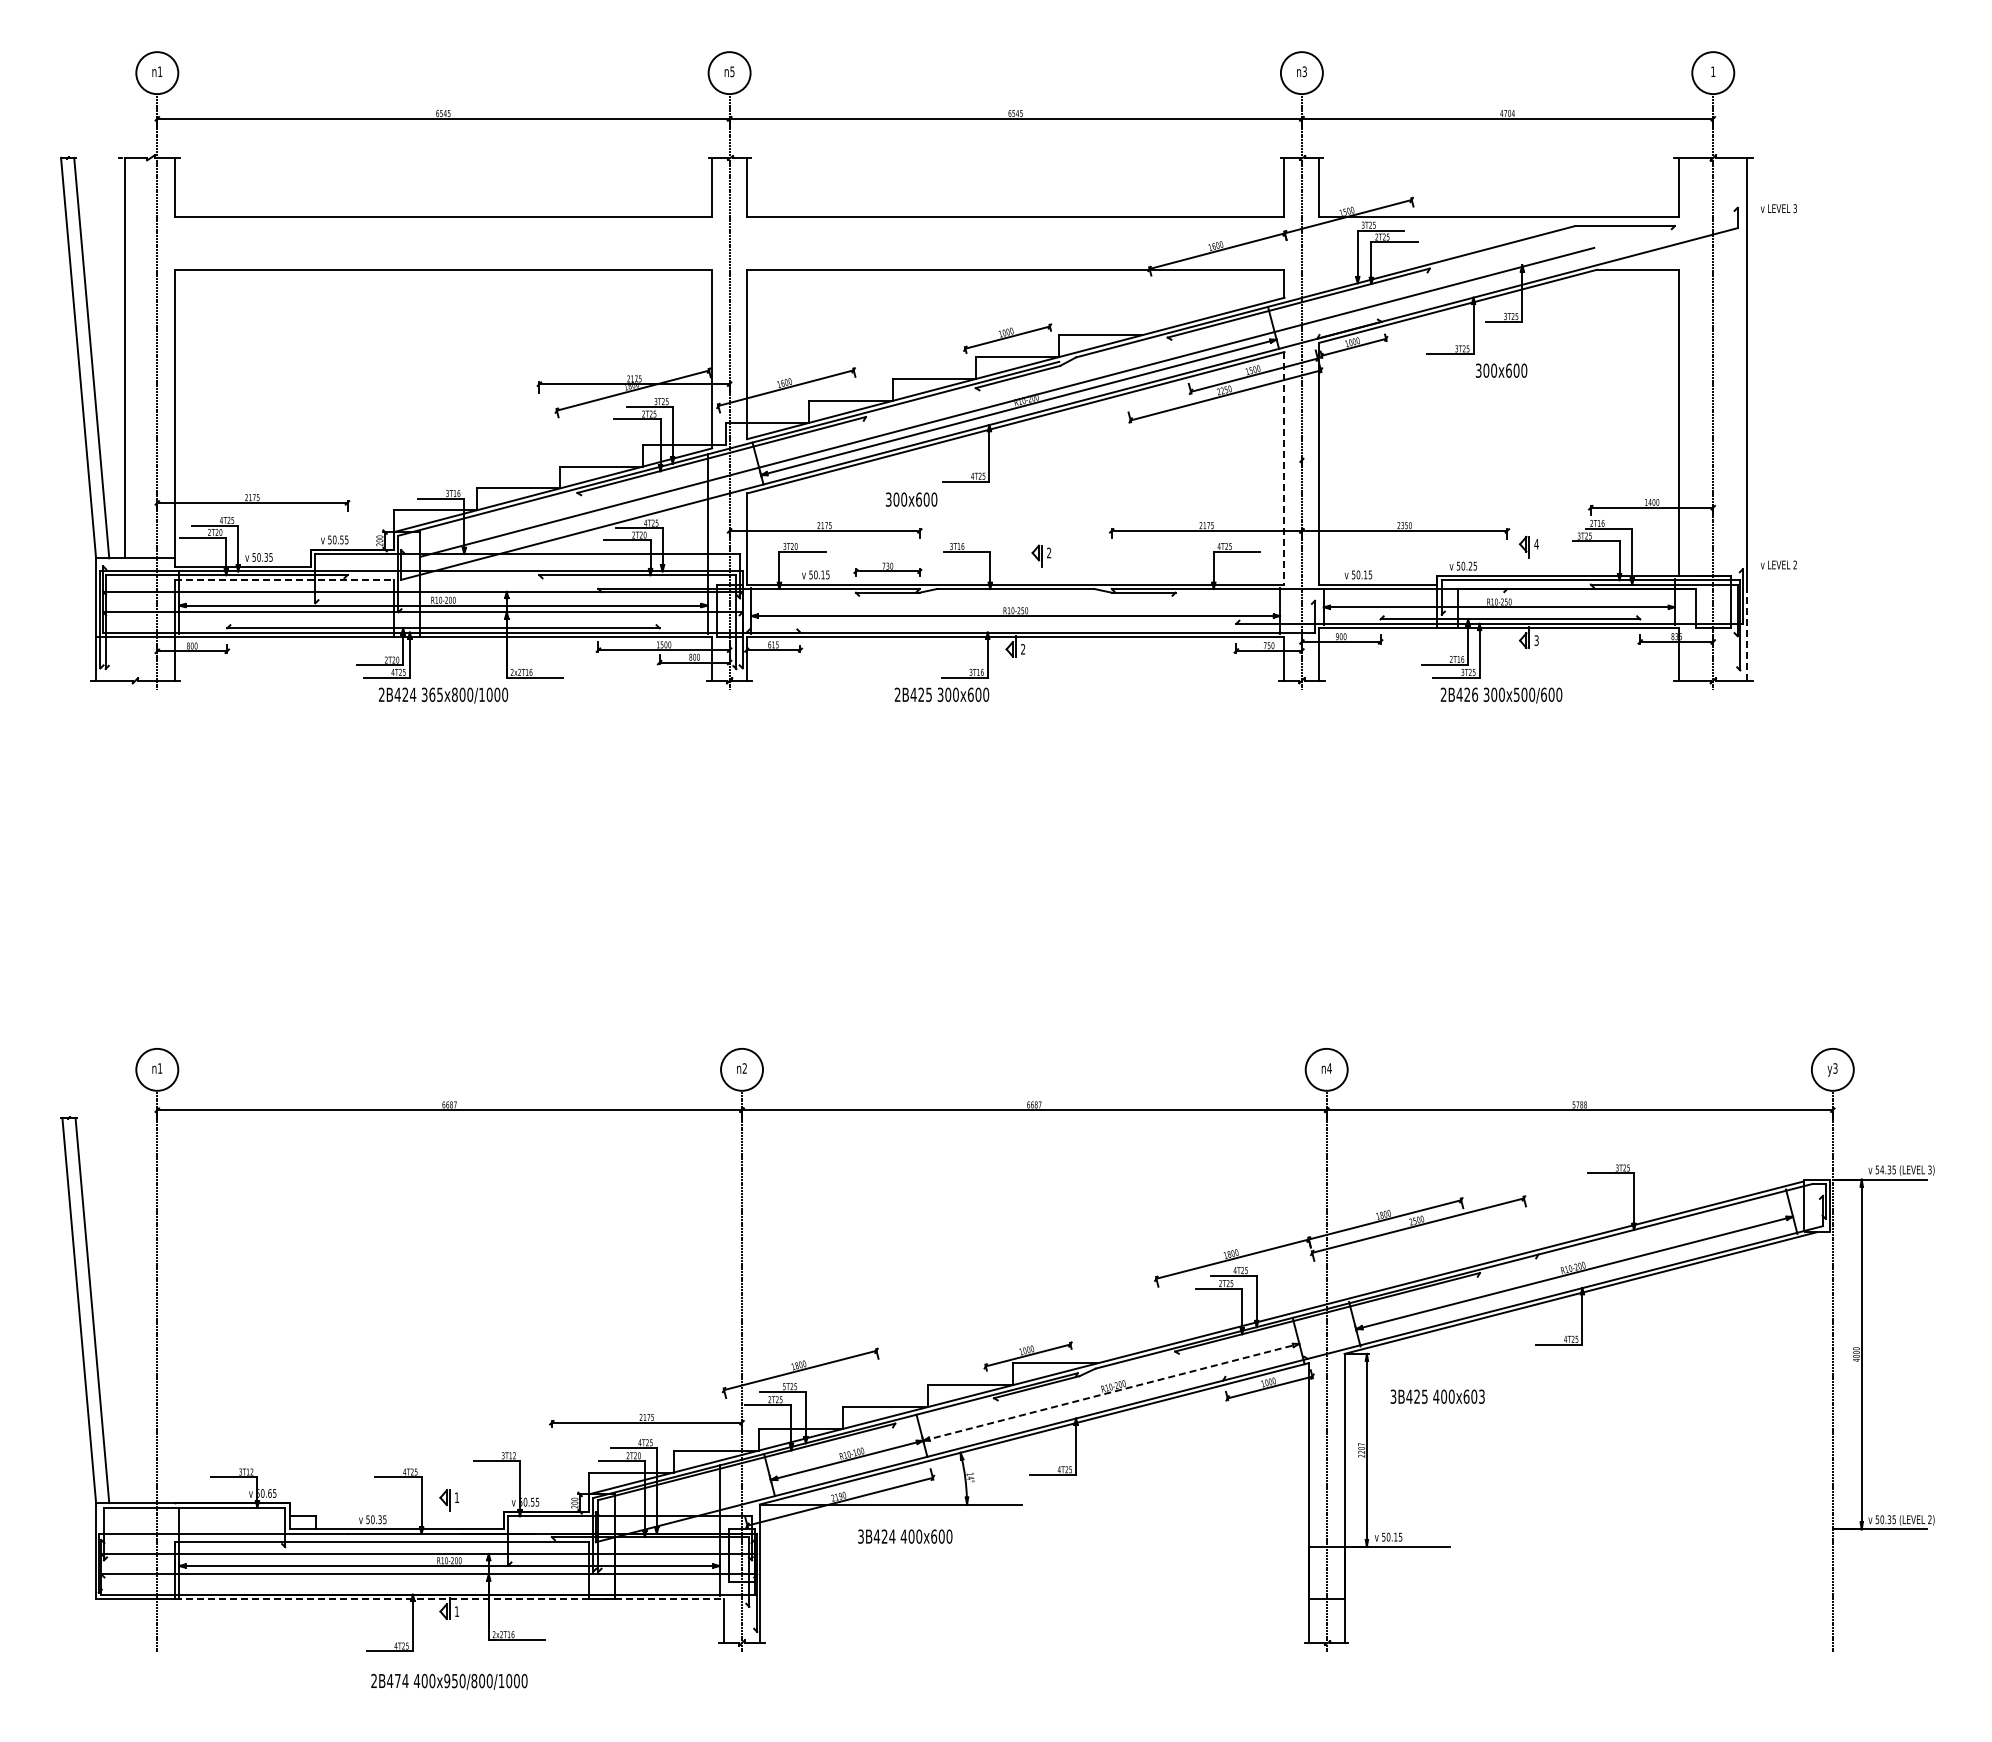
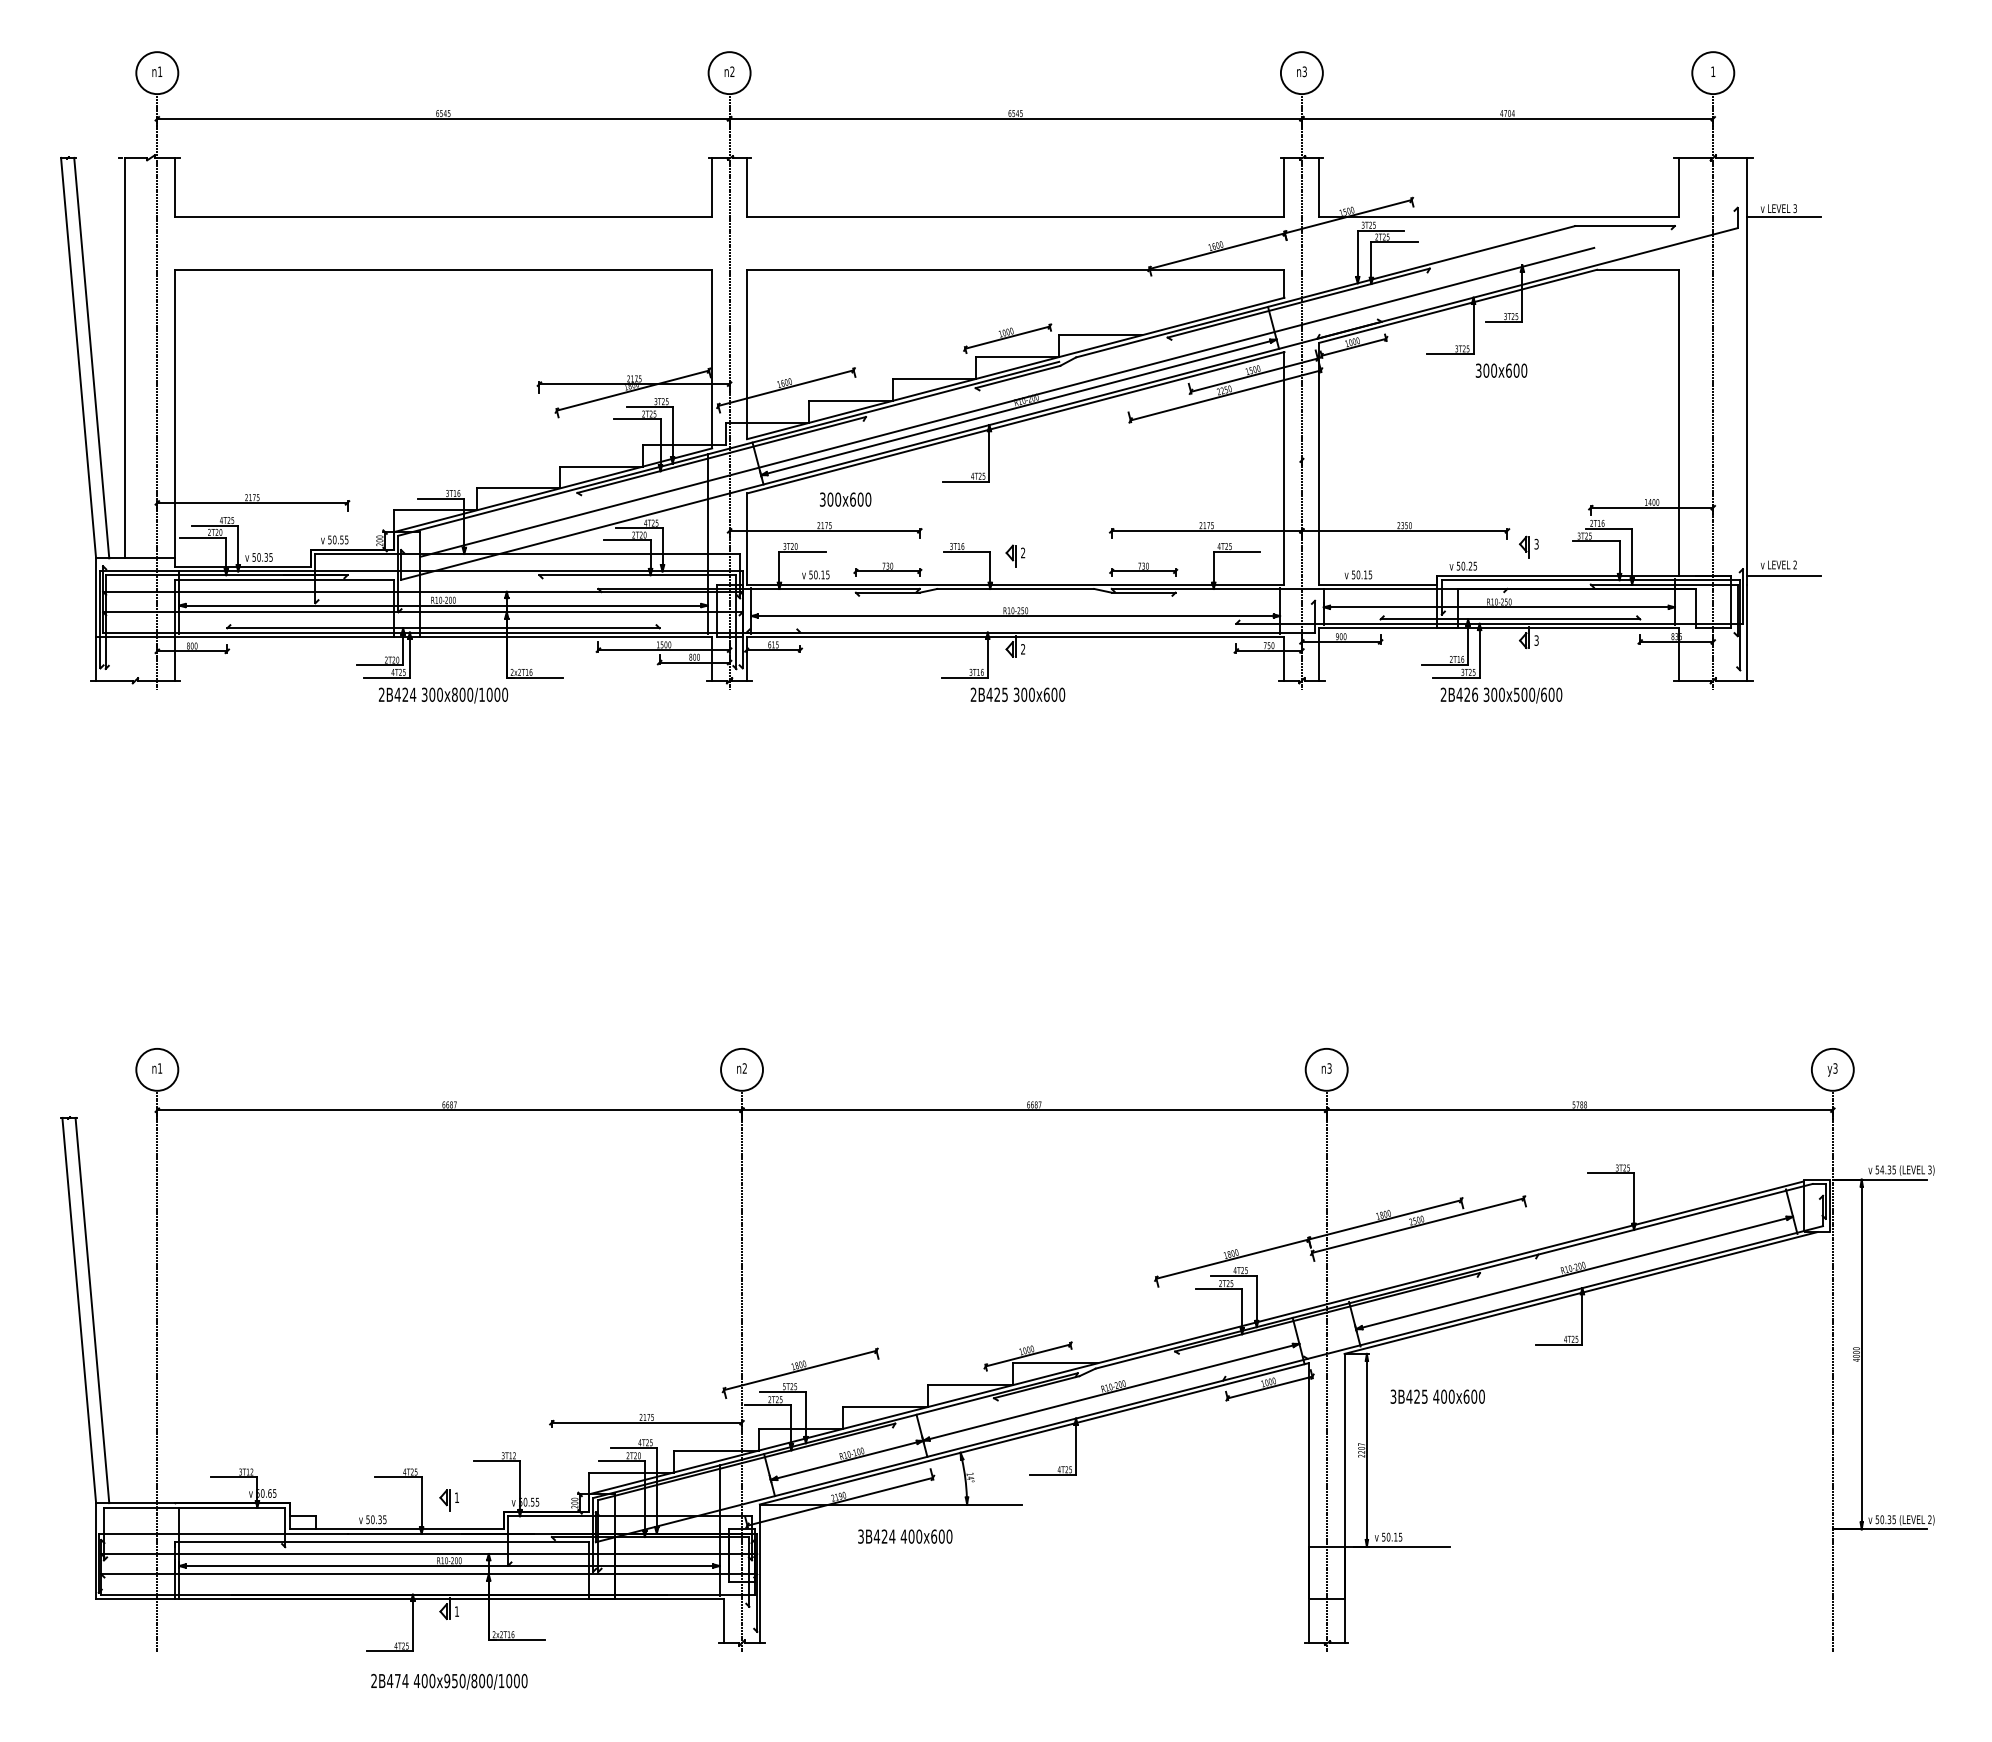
text at (732, 71): n5 -> n2
line at (1784, 217): none -> present
line at (1284, 468): dashed -> solid
text at (911, 499) position: (911, 499) -> (845, 499)
text at (1536, 543): 4 -> 3
part at (1041, 555) position: (1041, 555) -> (1015, 555)
part at (1143, 569): none -> present
line at (1784, 575): none -> present
line at (284, 580): dashed -> solid
line at (1747, 632): dashed -> solid
text at (436, 694): 365x800/1000 -> 300x800/1000
text at (941, 694) position: (941, 694) -> (1017, 694)
text at (1329, 1068): n4 -> n3
line at (1111, 1392): dashed -> solid
text at (1481, 1396): 400x603 -> 400x600
line at (449, 1599): dashed -> solid
